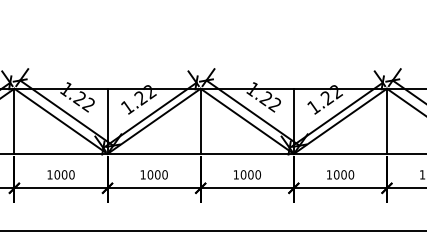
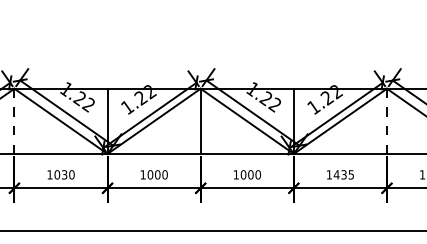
line at (14, 121): solid -> dashed
line at (386, 121): solid -> dashed
text at (64, 174): 1000 -> 1030
text at (343, 174): 1000 -> 1435
